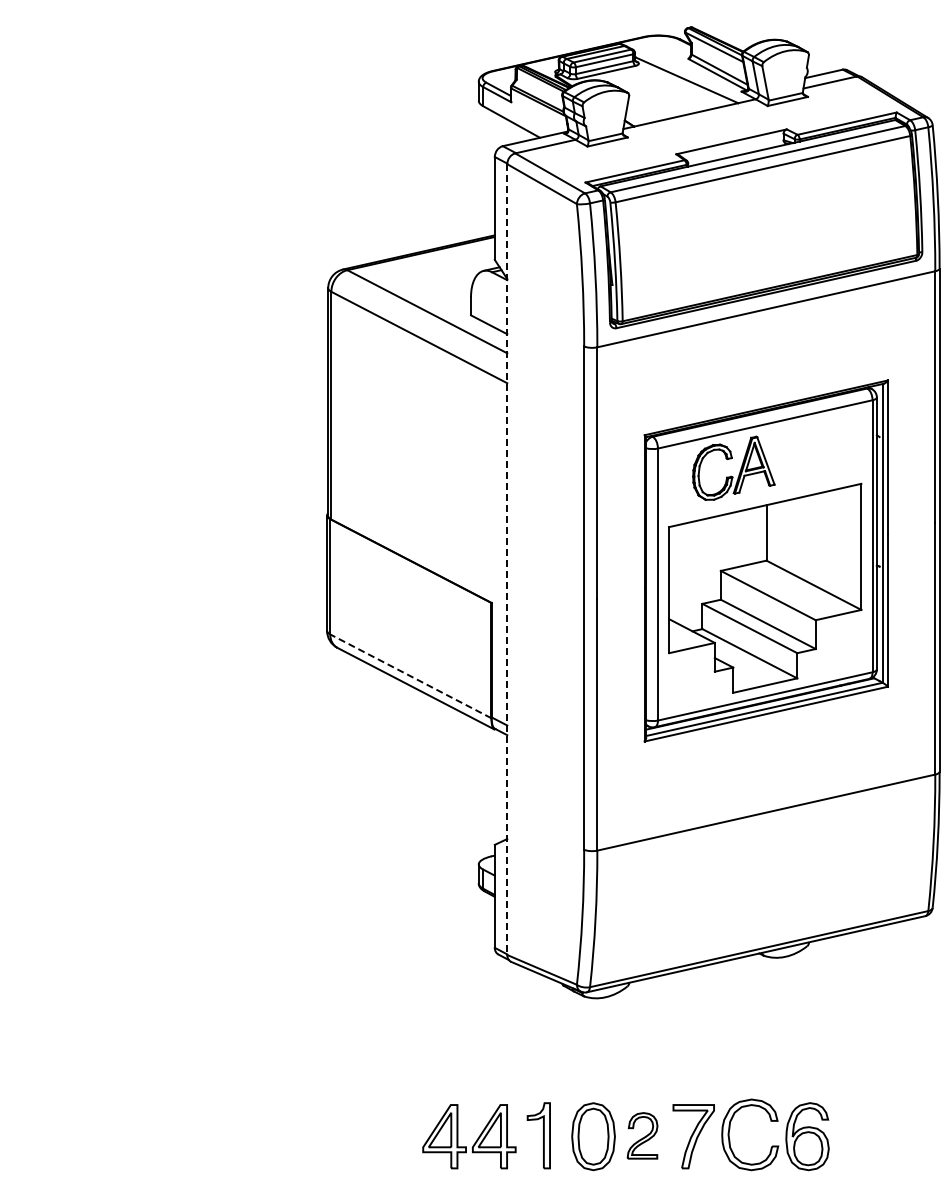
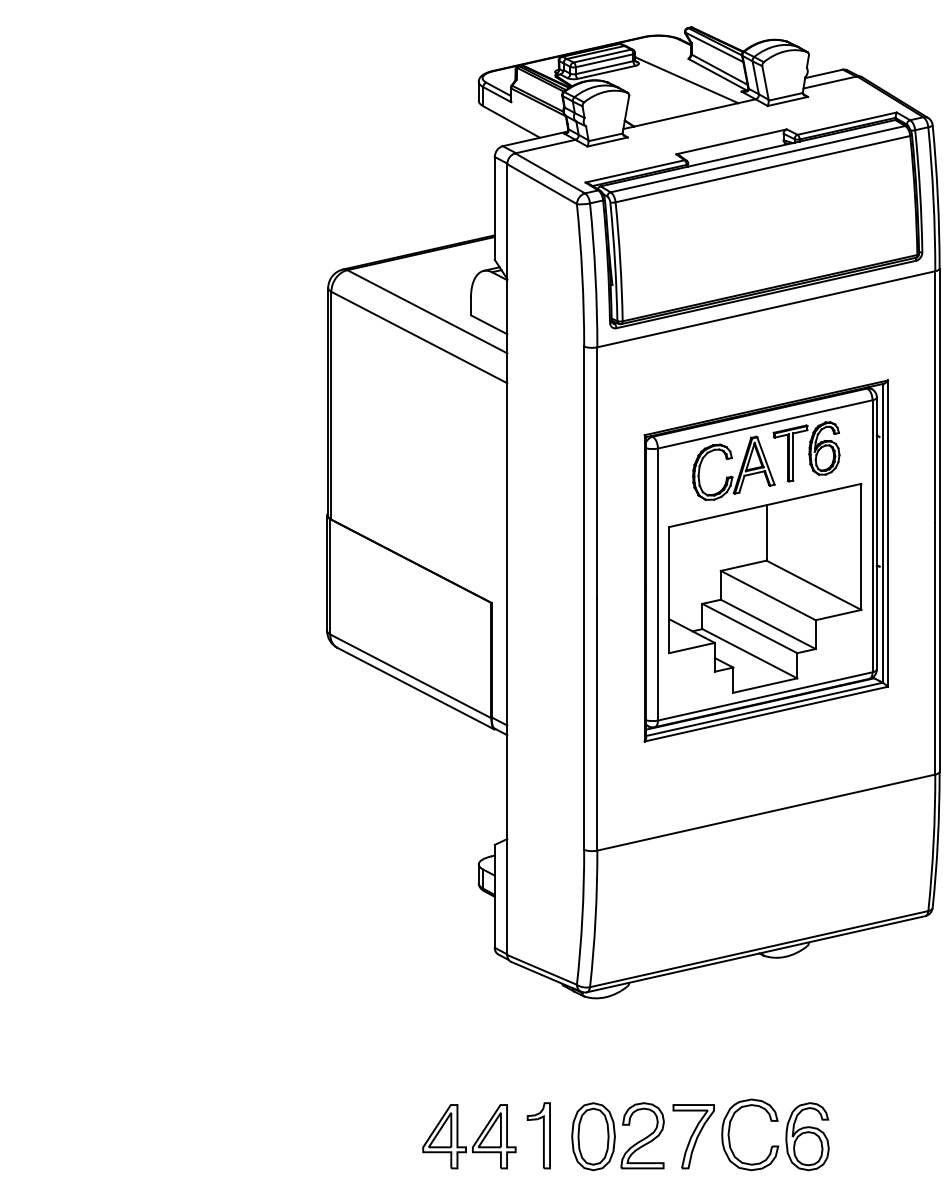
part at (806, 451): none -> present
line at (507, 560): dashed -> solid
line at (410, 676): dashed -> solid
part at (642, 1135) size: 33x48 px -> 45x68 px
